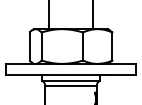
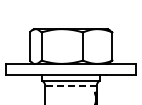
line at (49, 15): present -> none
line at (92, 15): present -> none
line at (70, 85): solid -> dashed
